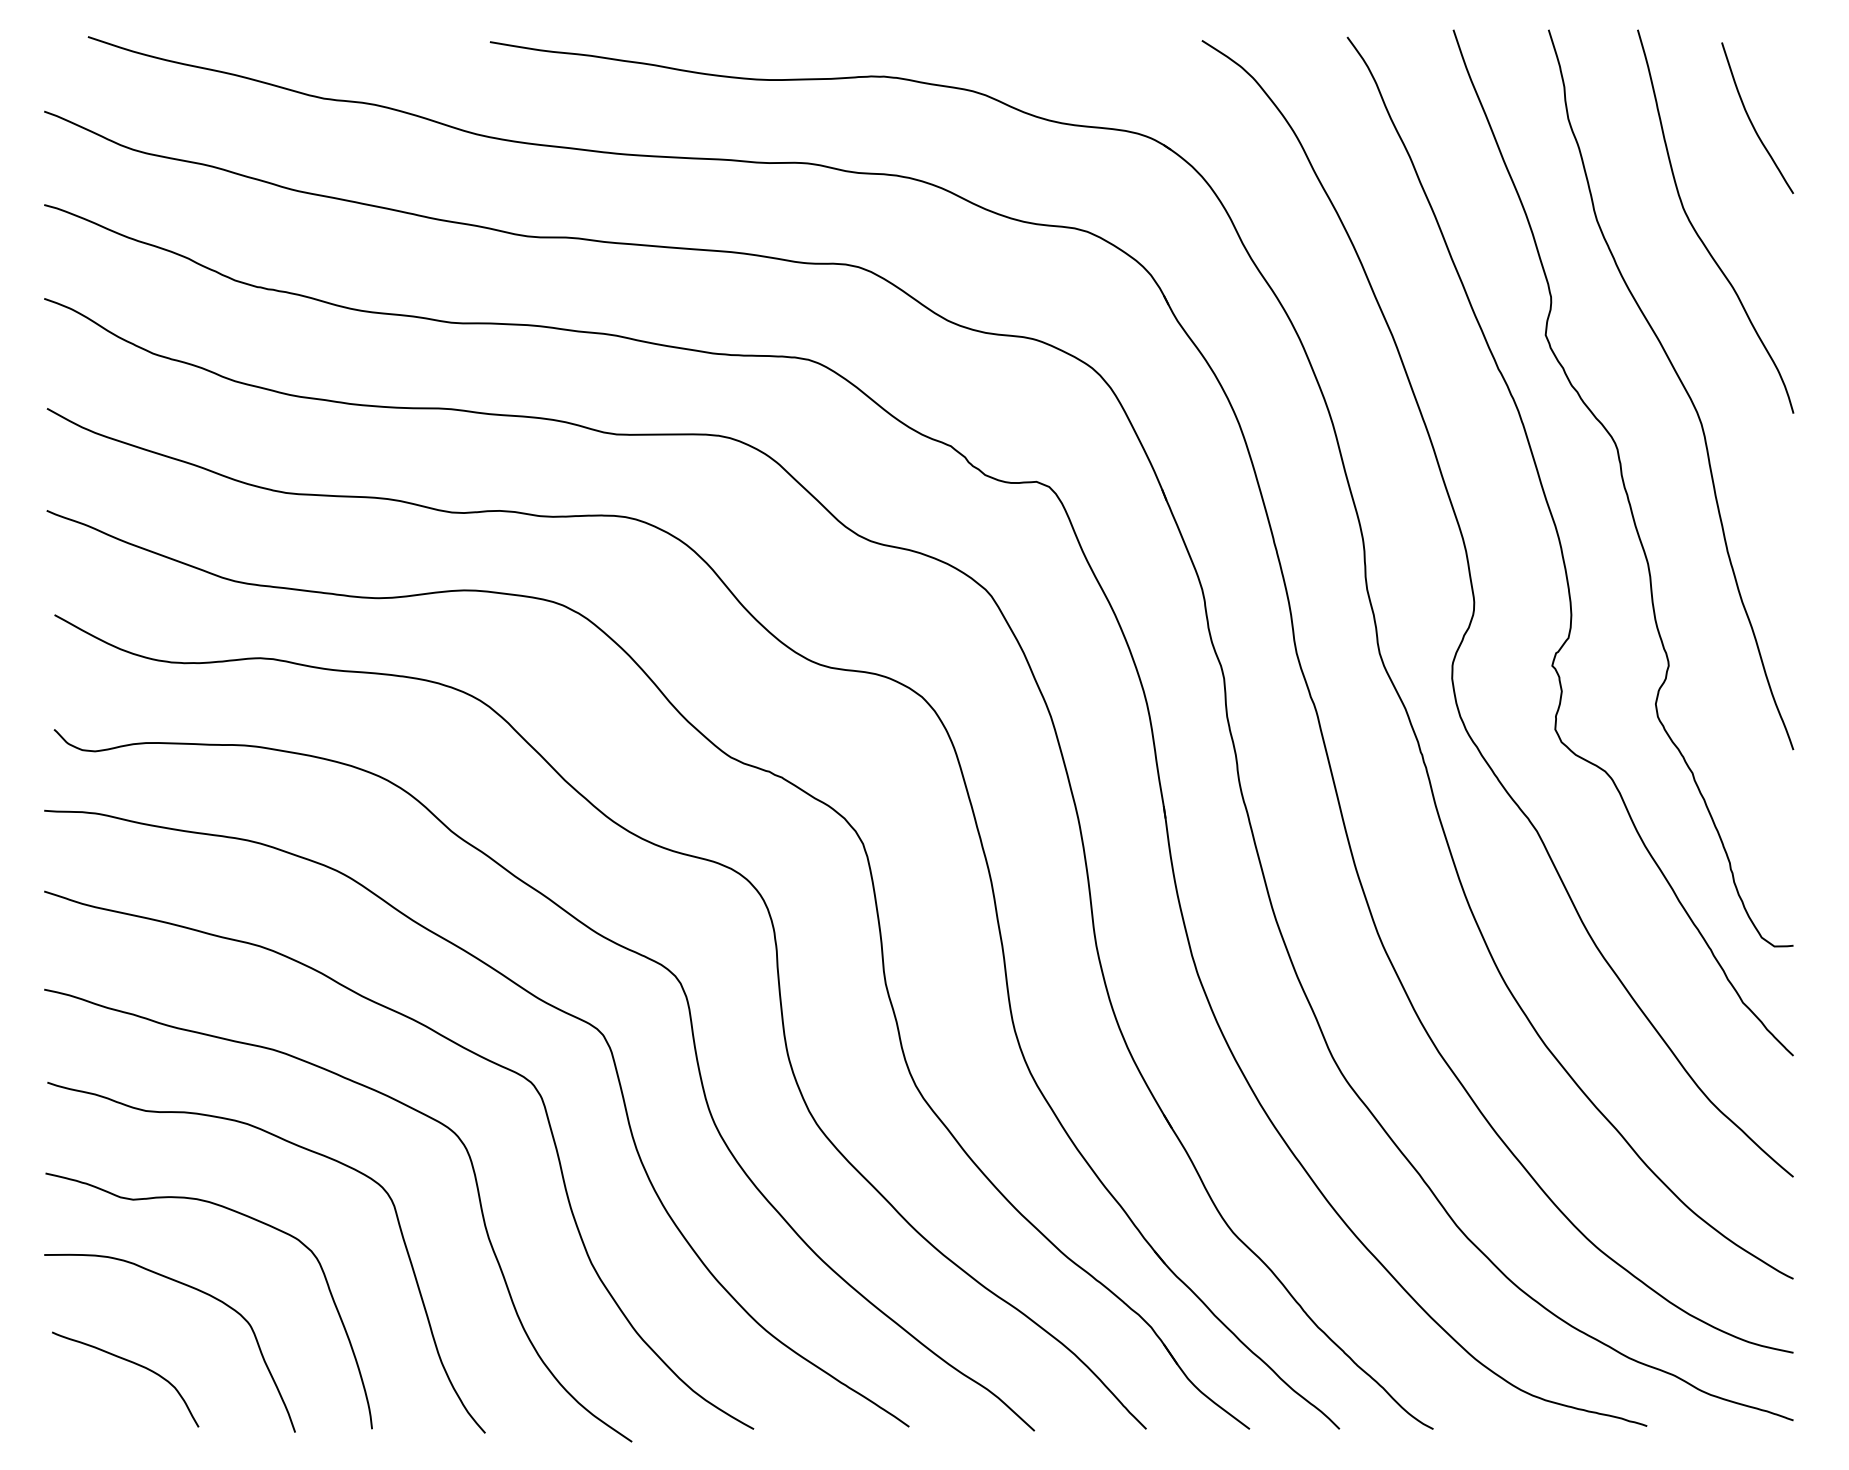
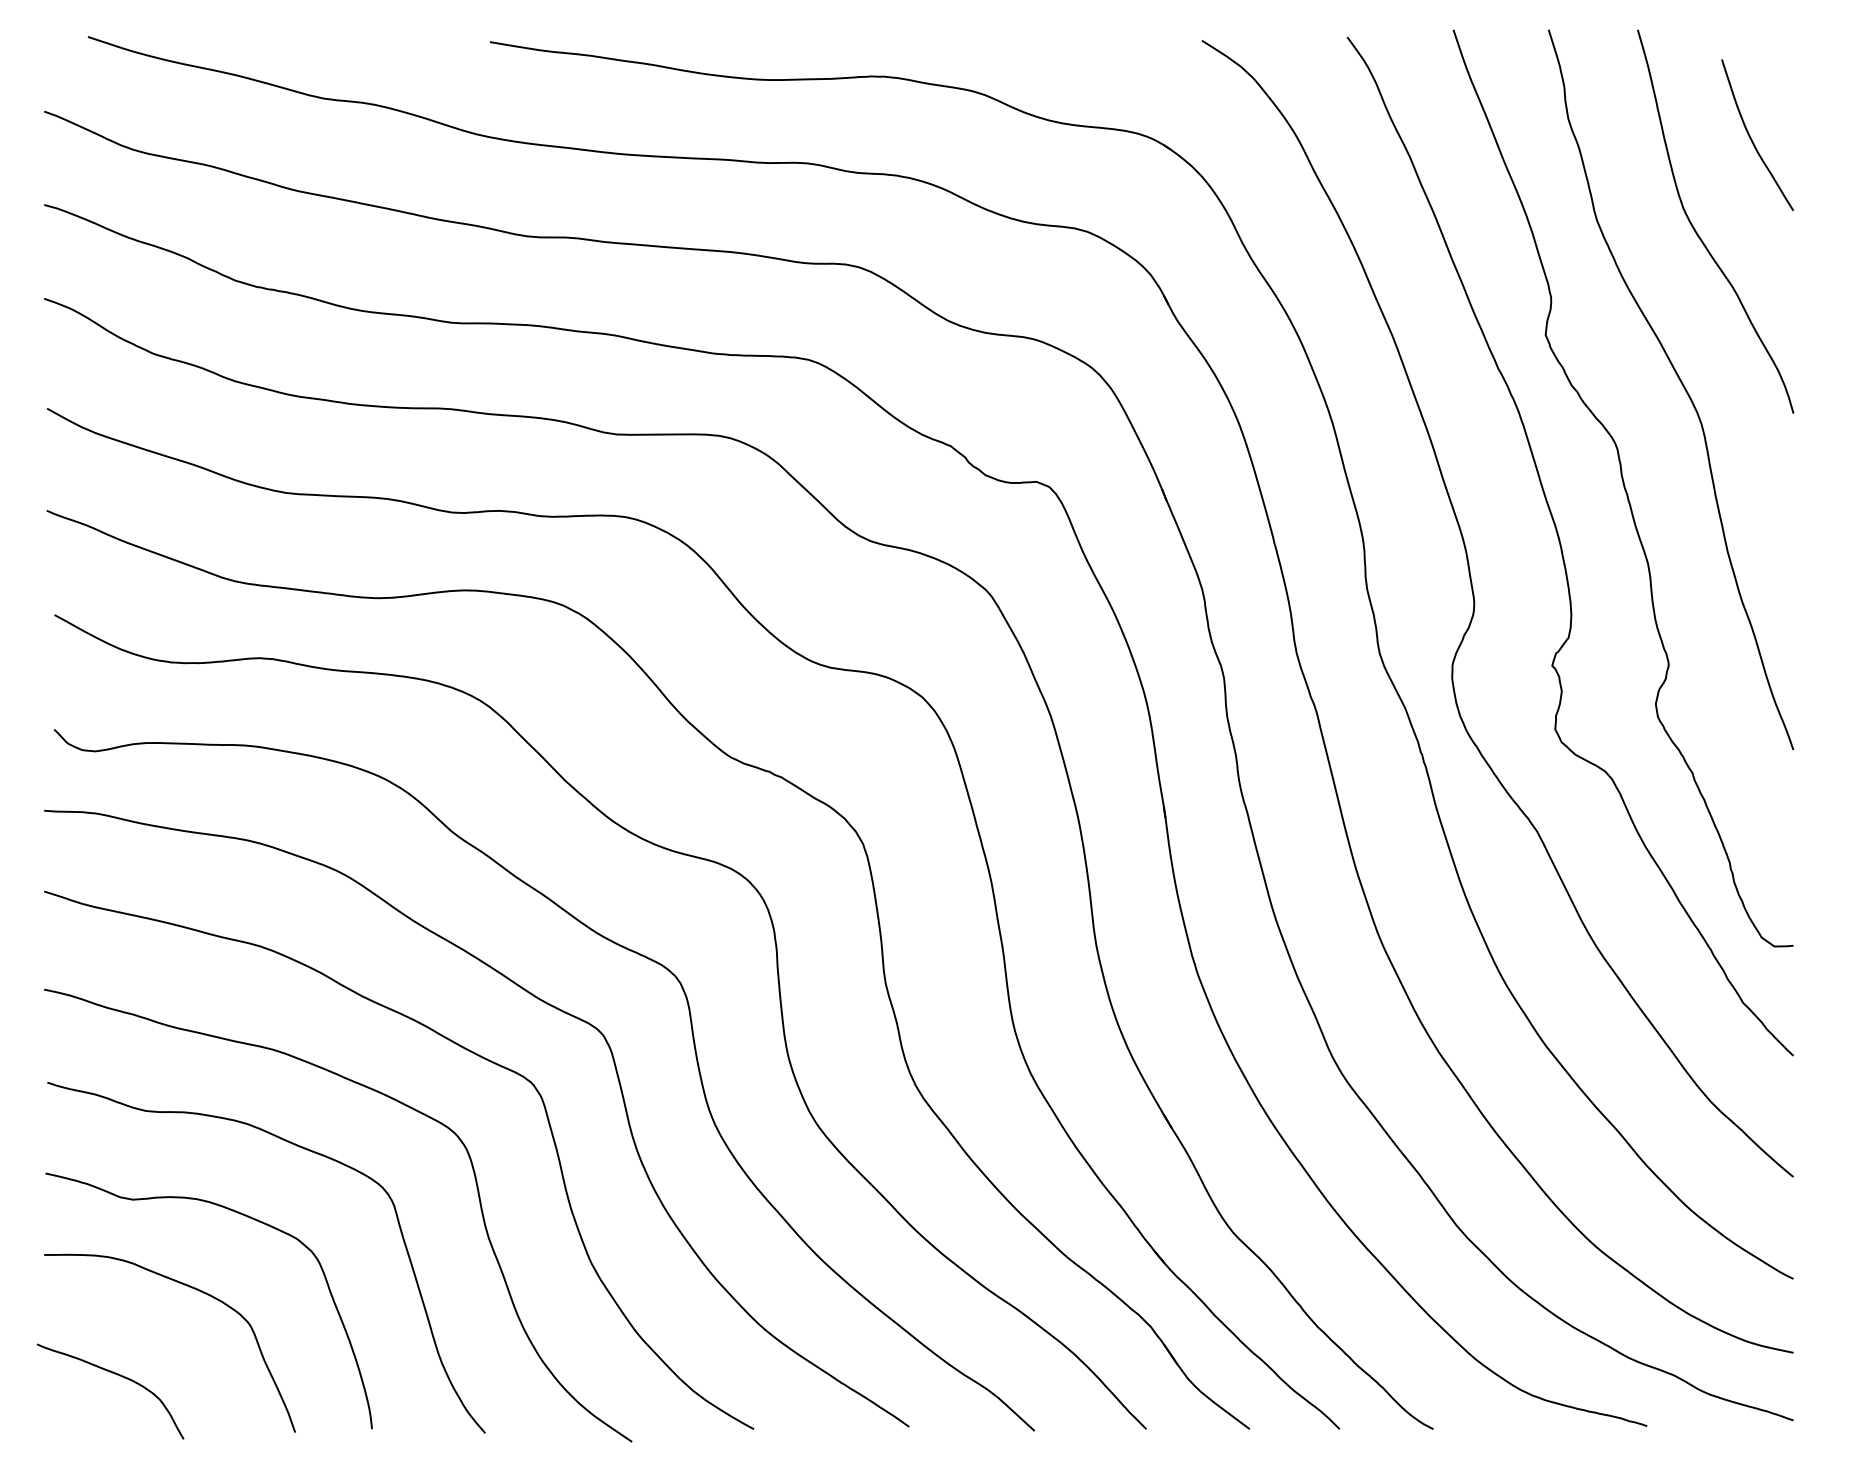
curve at (1751, 120) position: (1751, 120) -> (1751, 137)
curve at (129, 1362) position: (129, 1362) -> (114, 1374)
